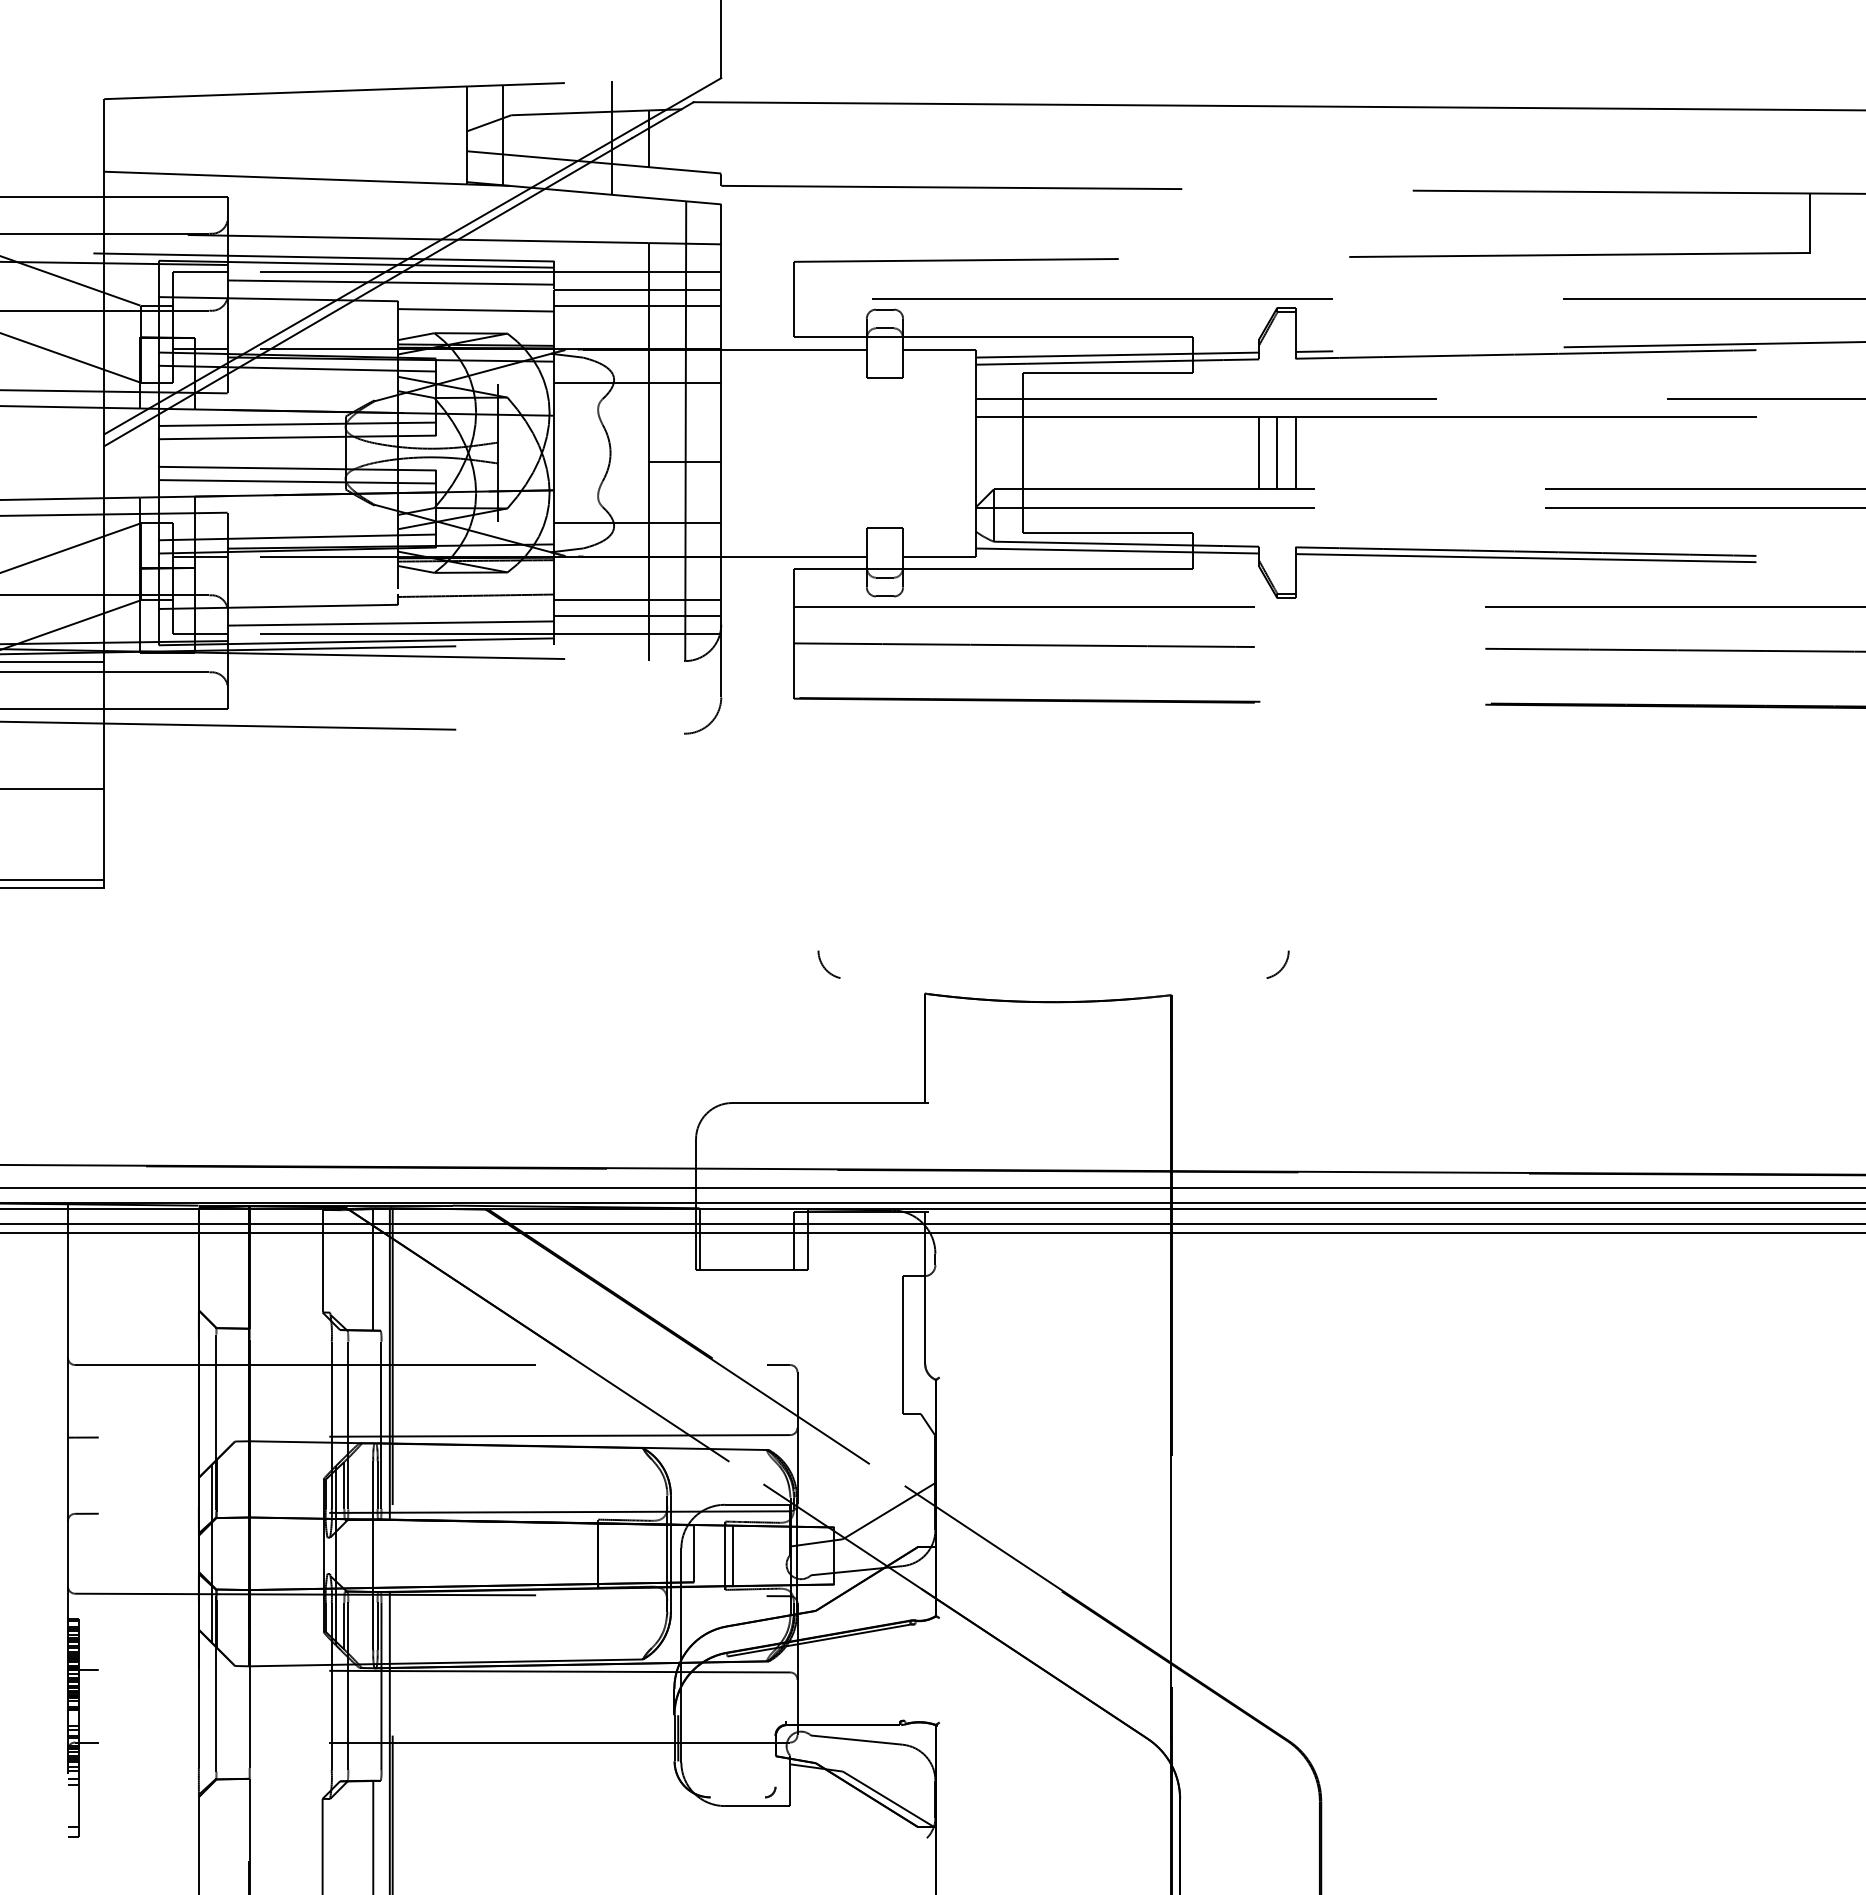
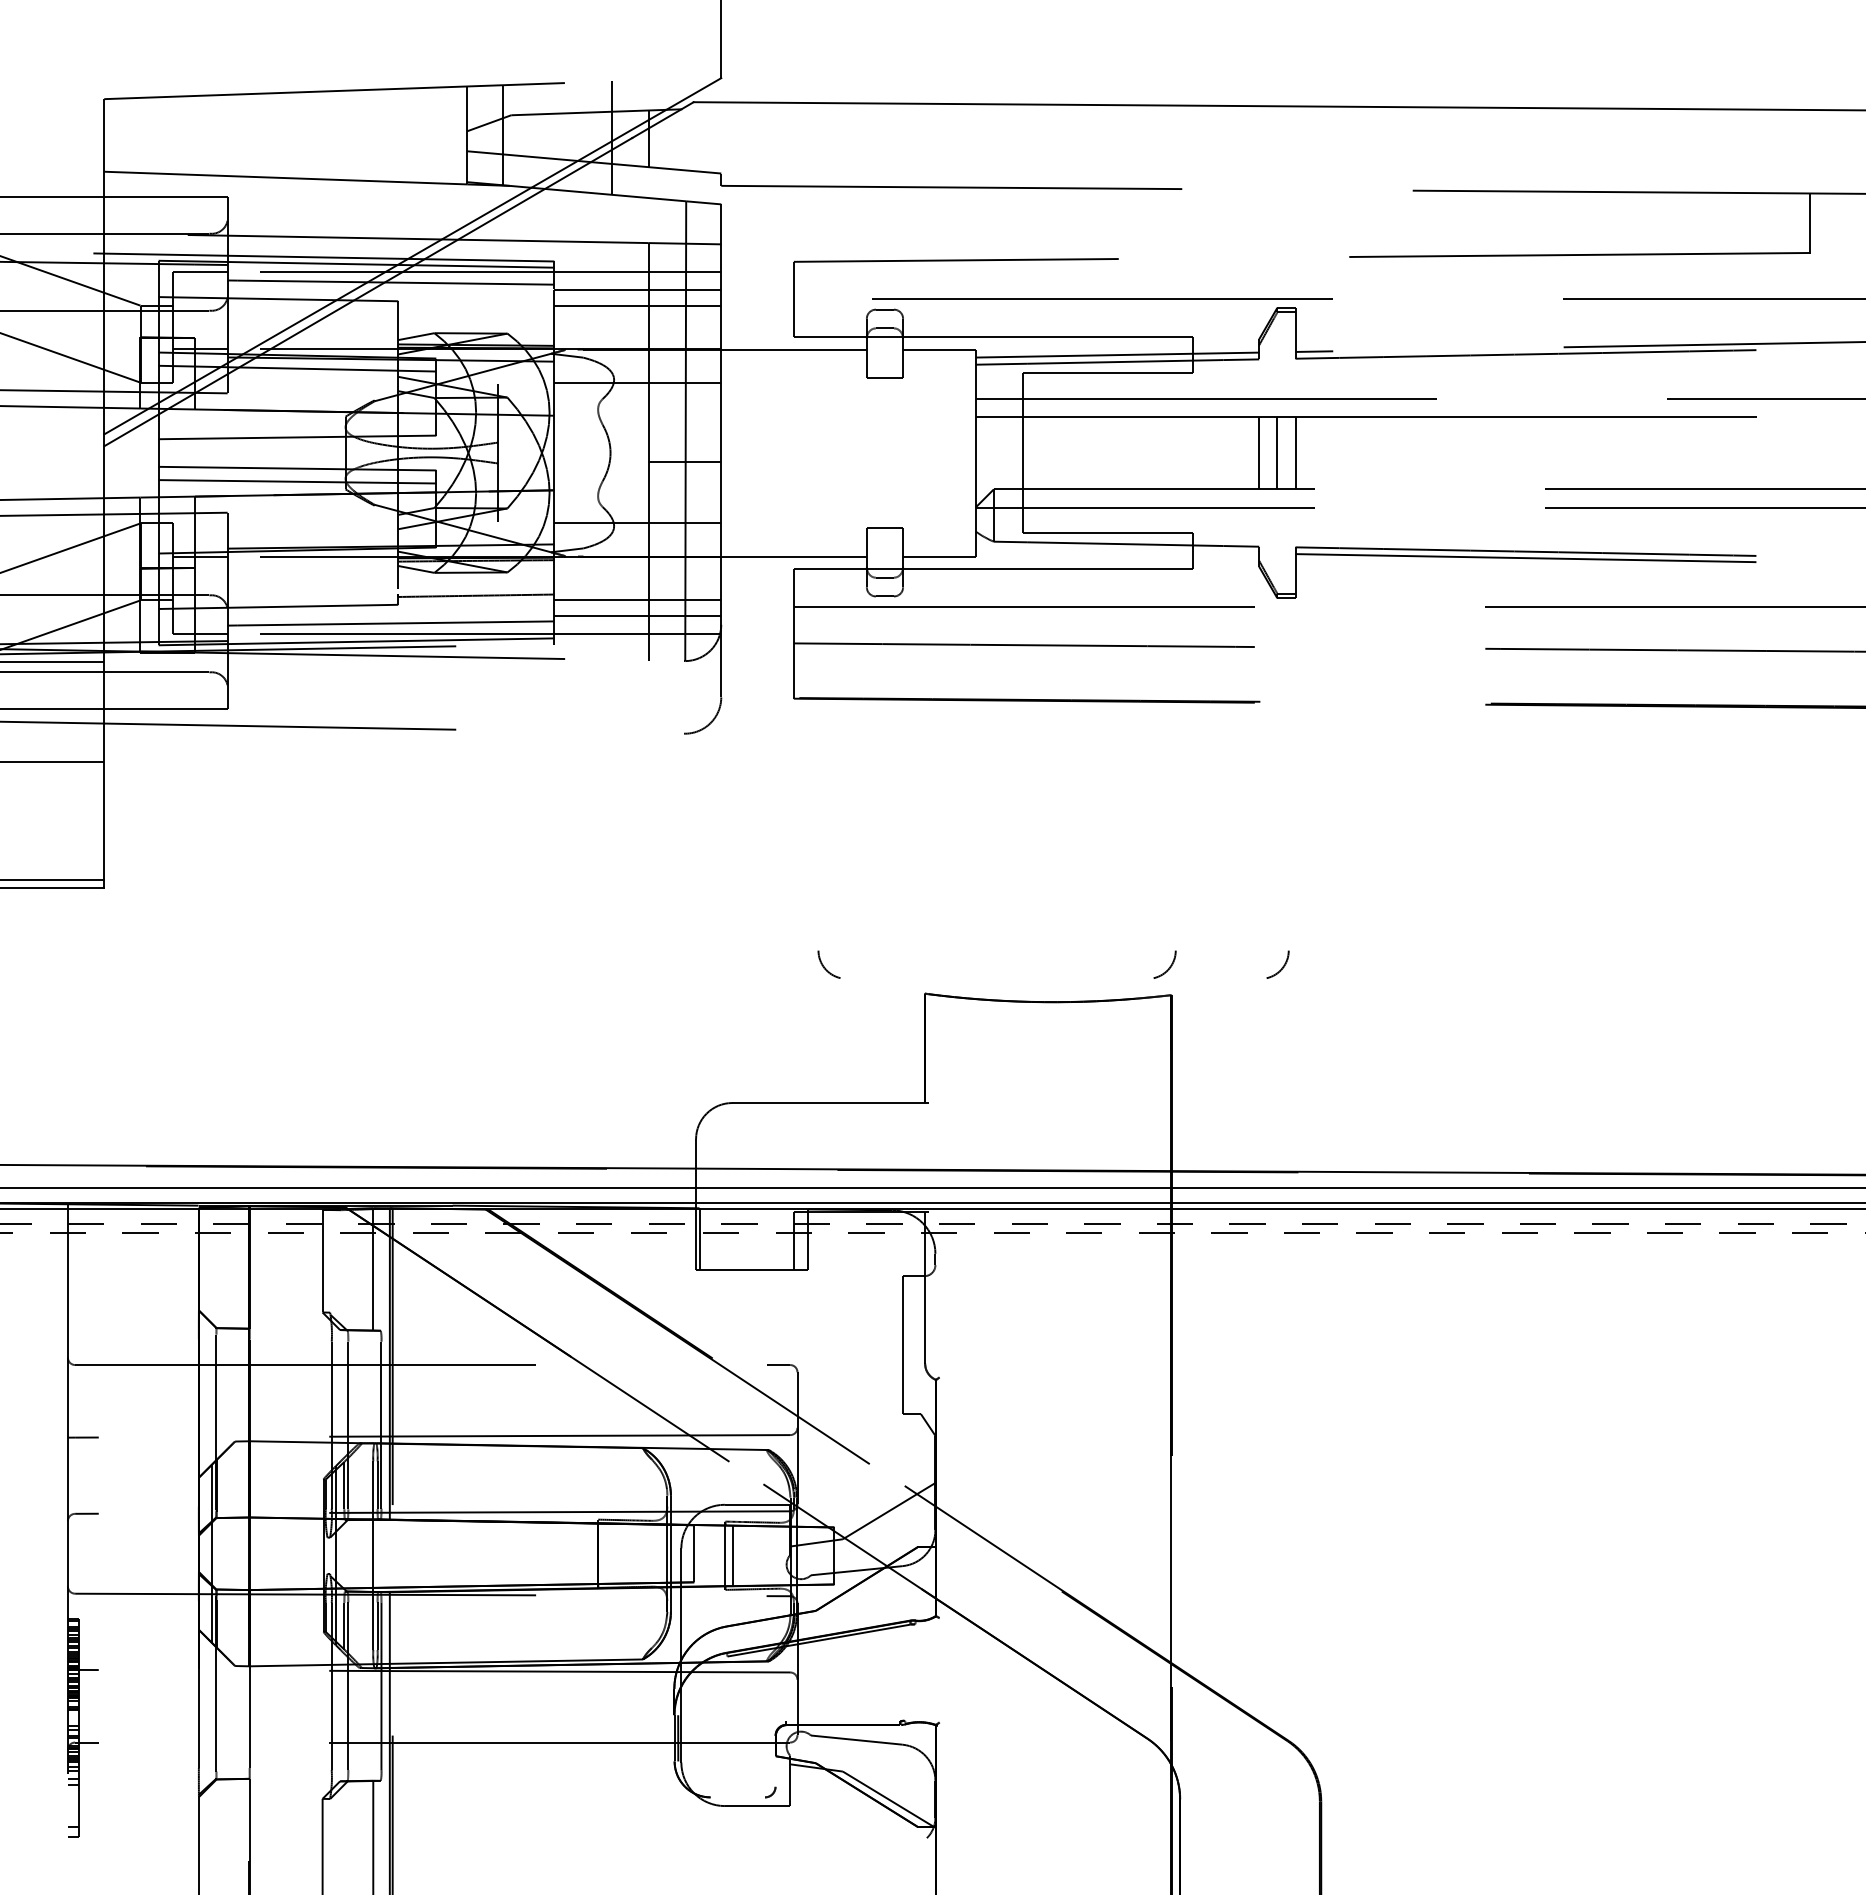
line at (476, 310): present -> none
line at (297, 423): present -> none
line at (297, 537): present -> none
line at (1117, 550): present -> none
line at (53, 788) position: (53, 788) -> (53, 761)
arc at (1169, 966): none -> present
line at (933, 1224): solid -> dashed
line at (932, 1233): solid -> dashed
